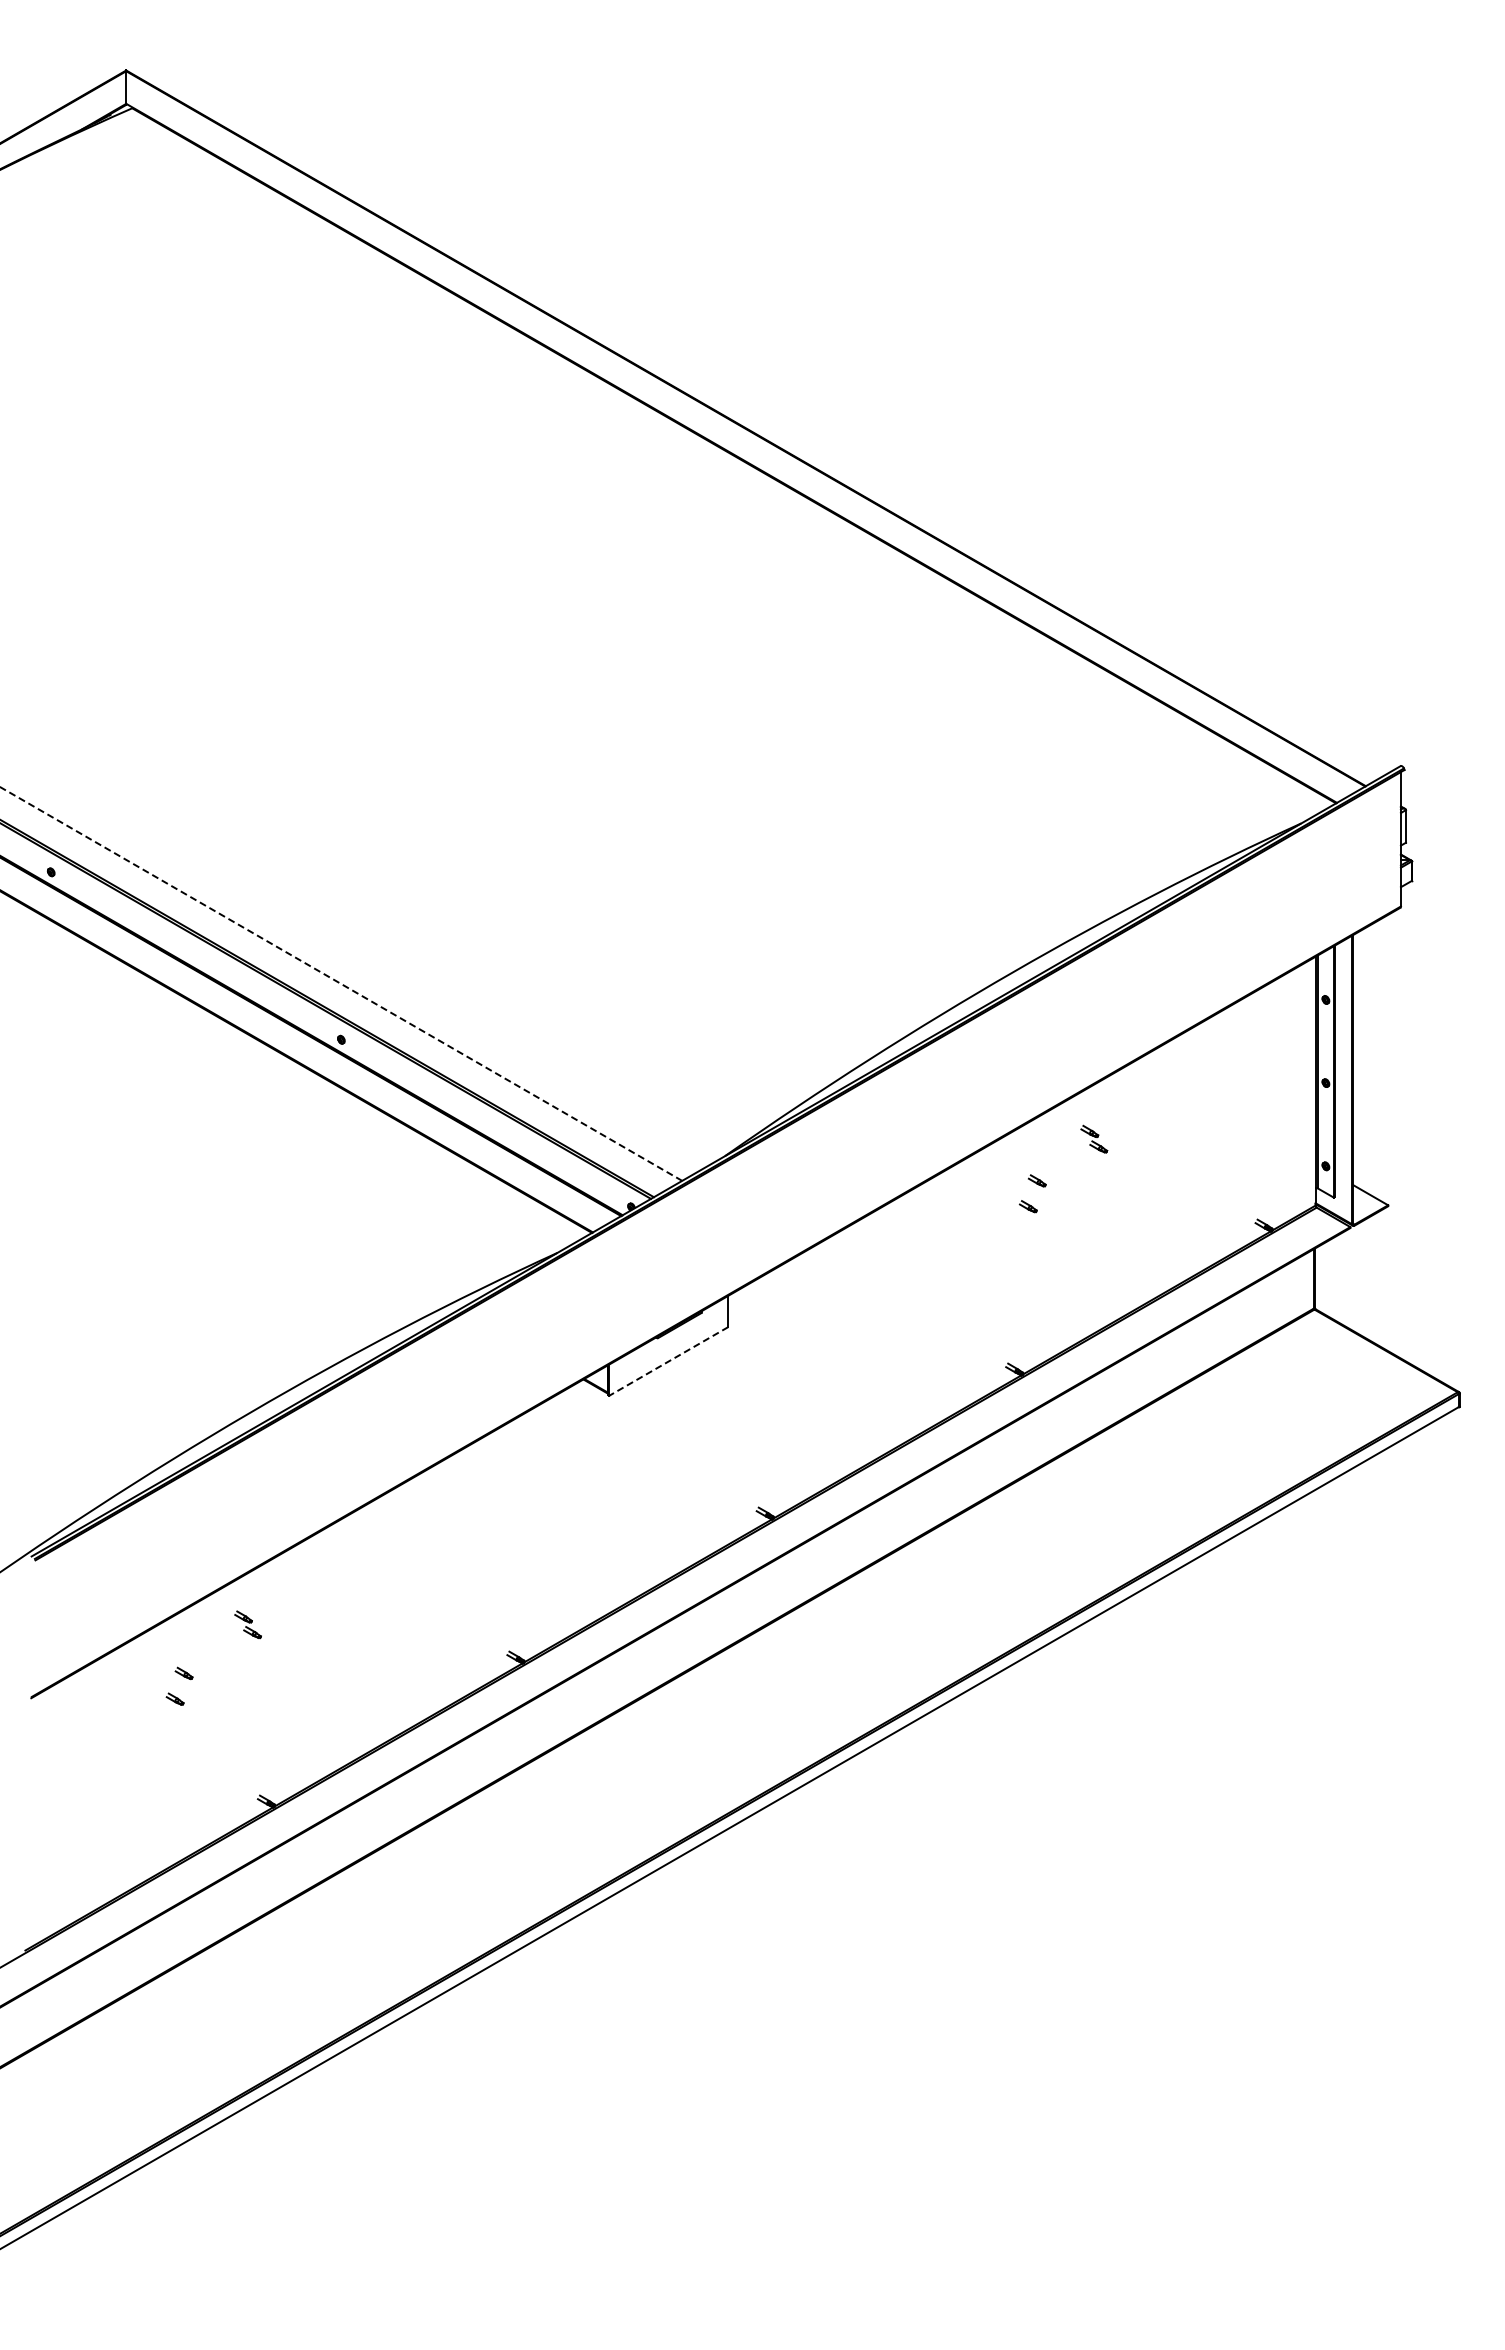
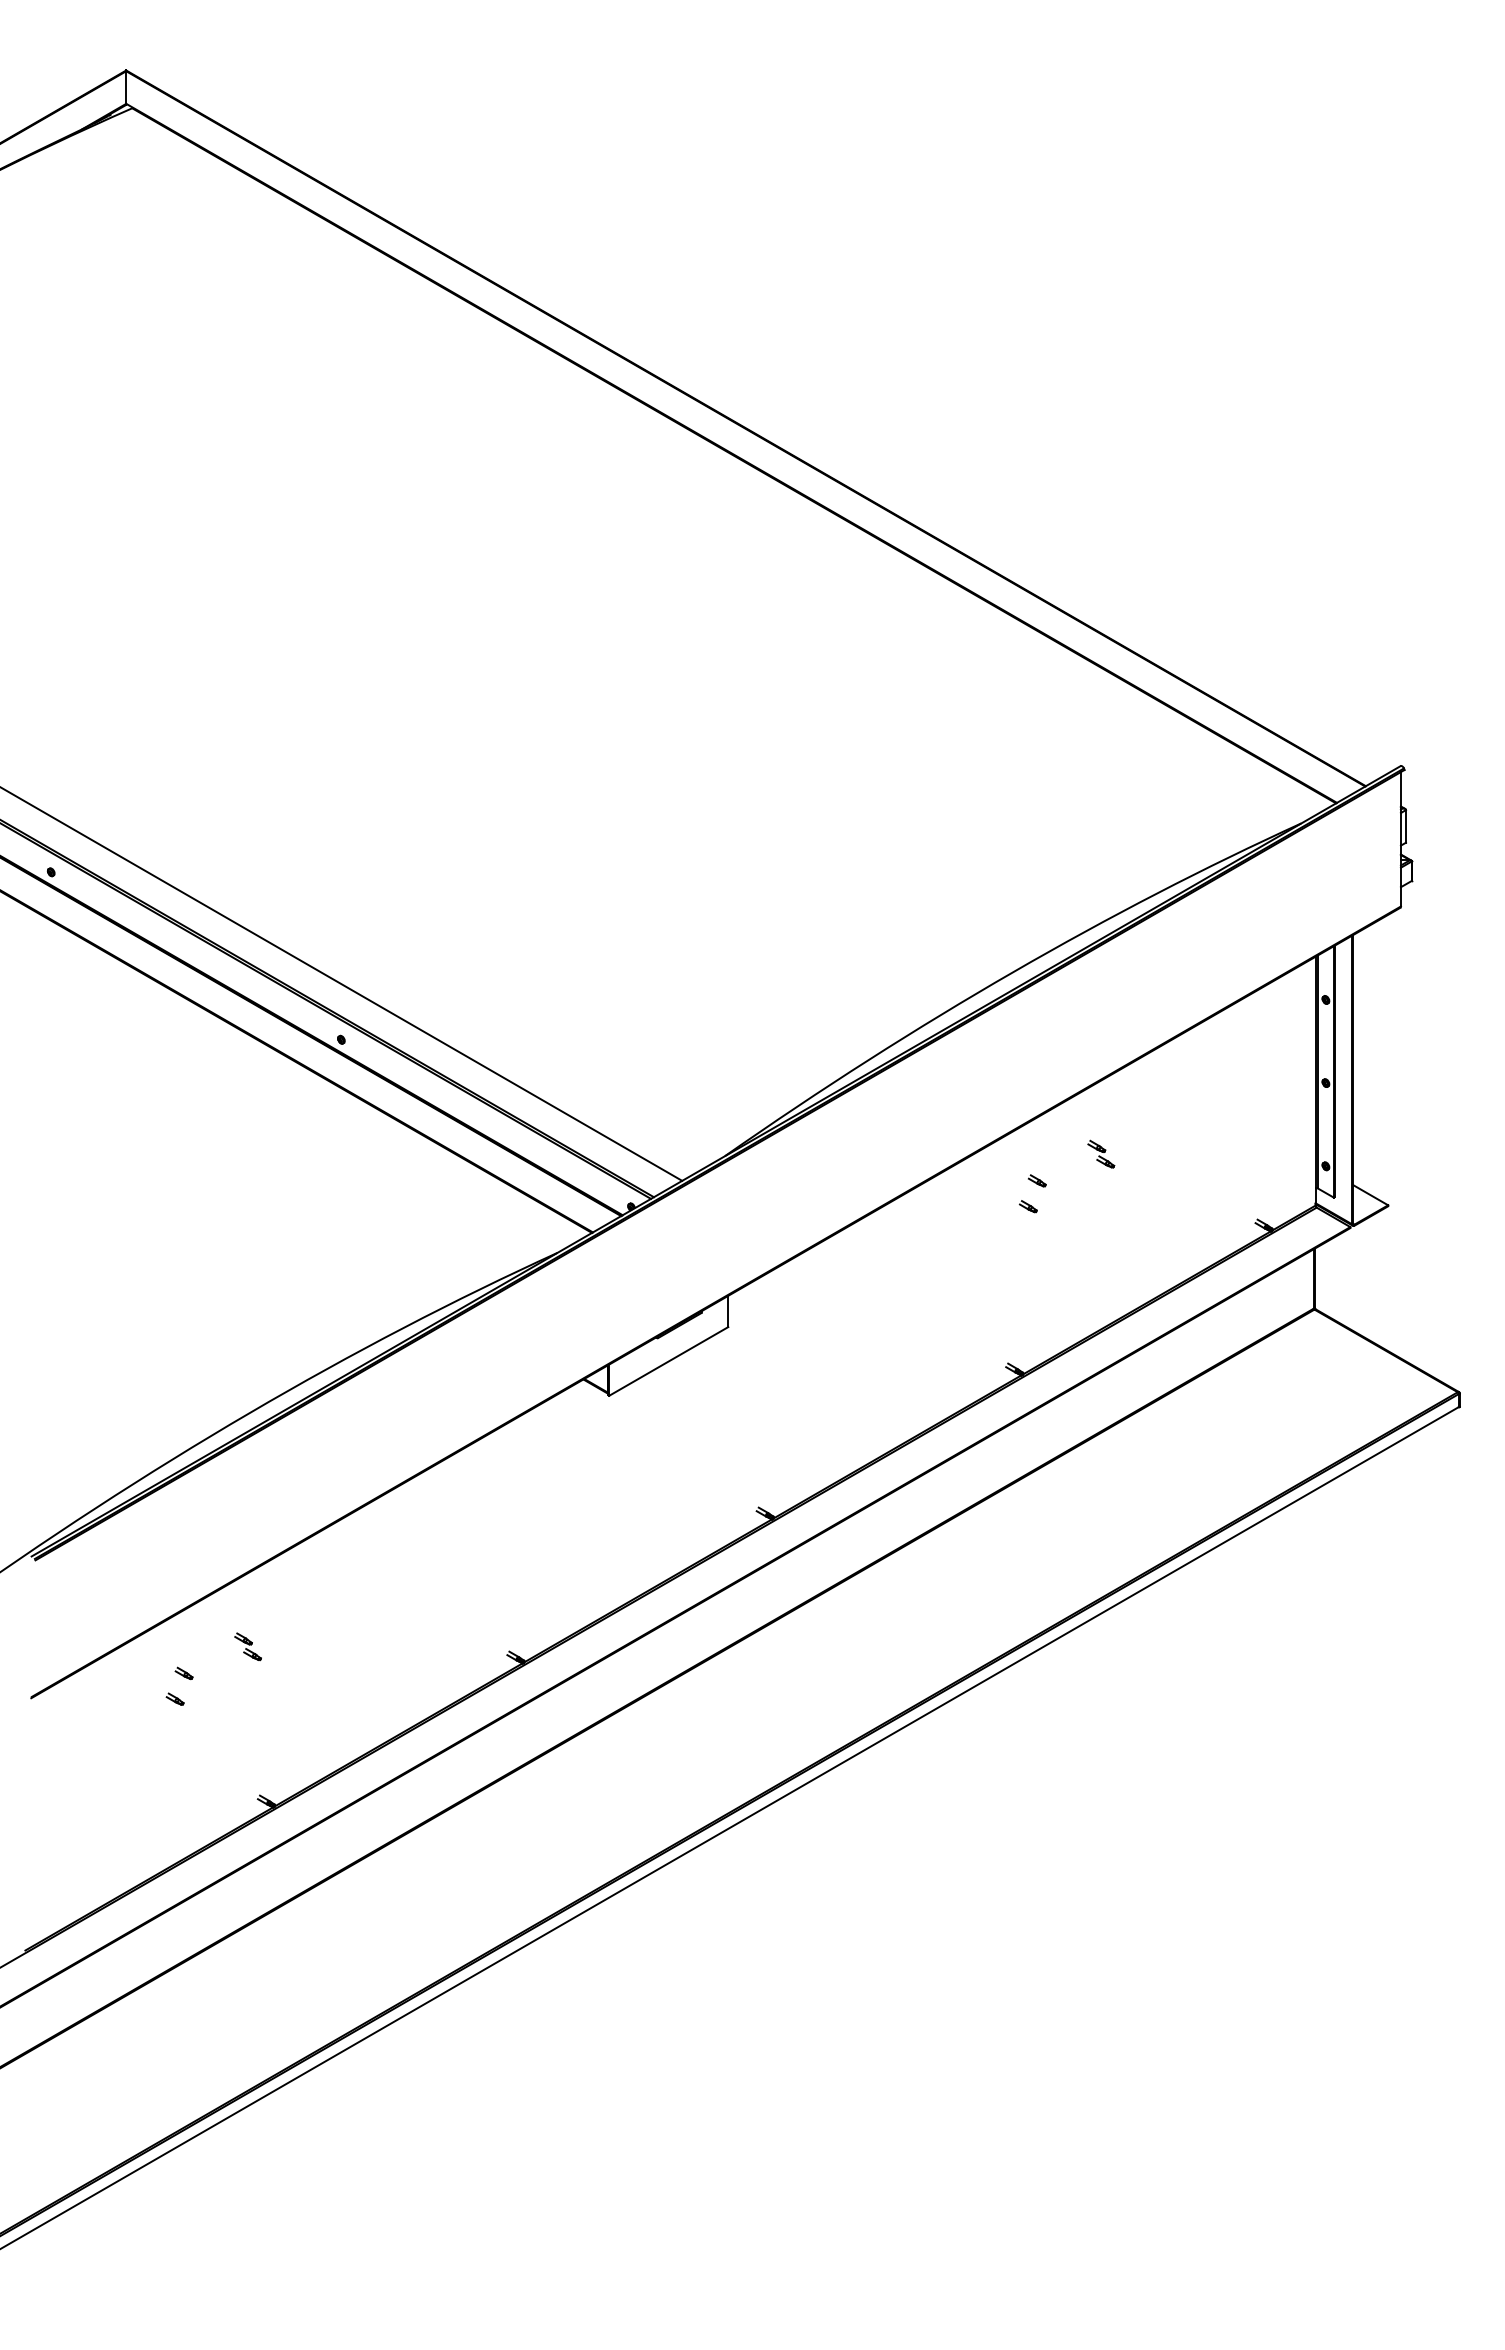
line at (341, 984): dashed -> solid
part at (1094, 1138) position: (1094, 1138) -> (1101, 1153)
line at (668, 1361): dashed -> solid
part at (247, 1624) position: (247, 1624) -> (247, 1646)
